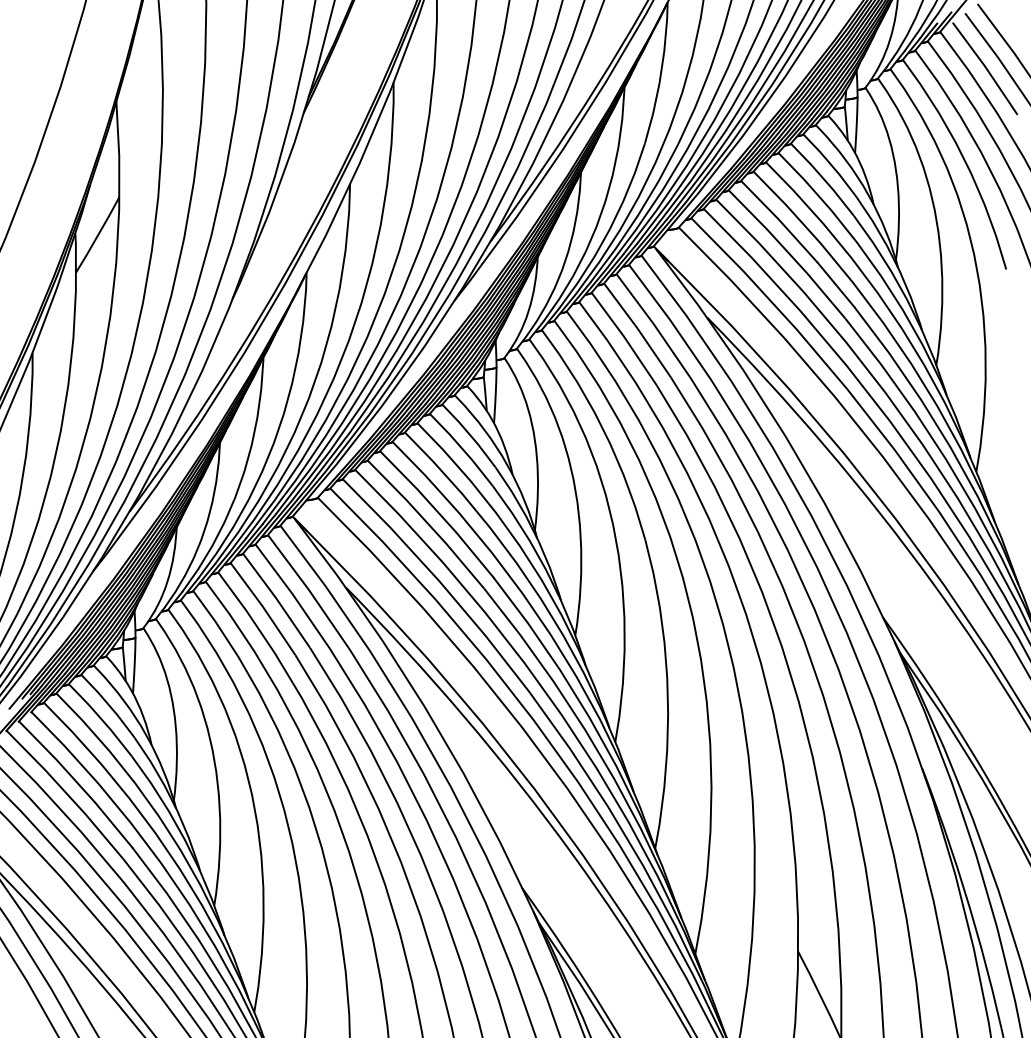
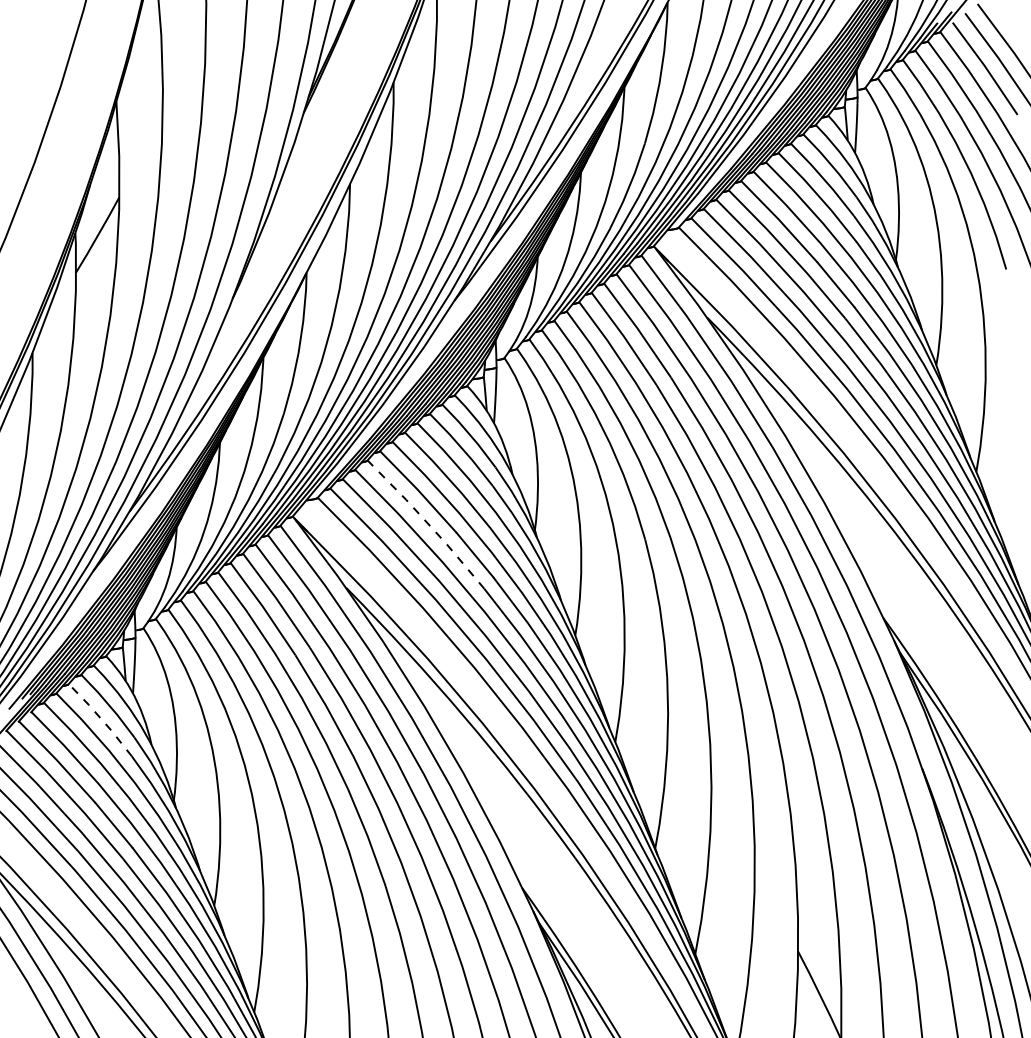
line at (427, 523): solid -> dashed
line at (101, 718): solid -> dashed
